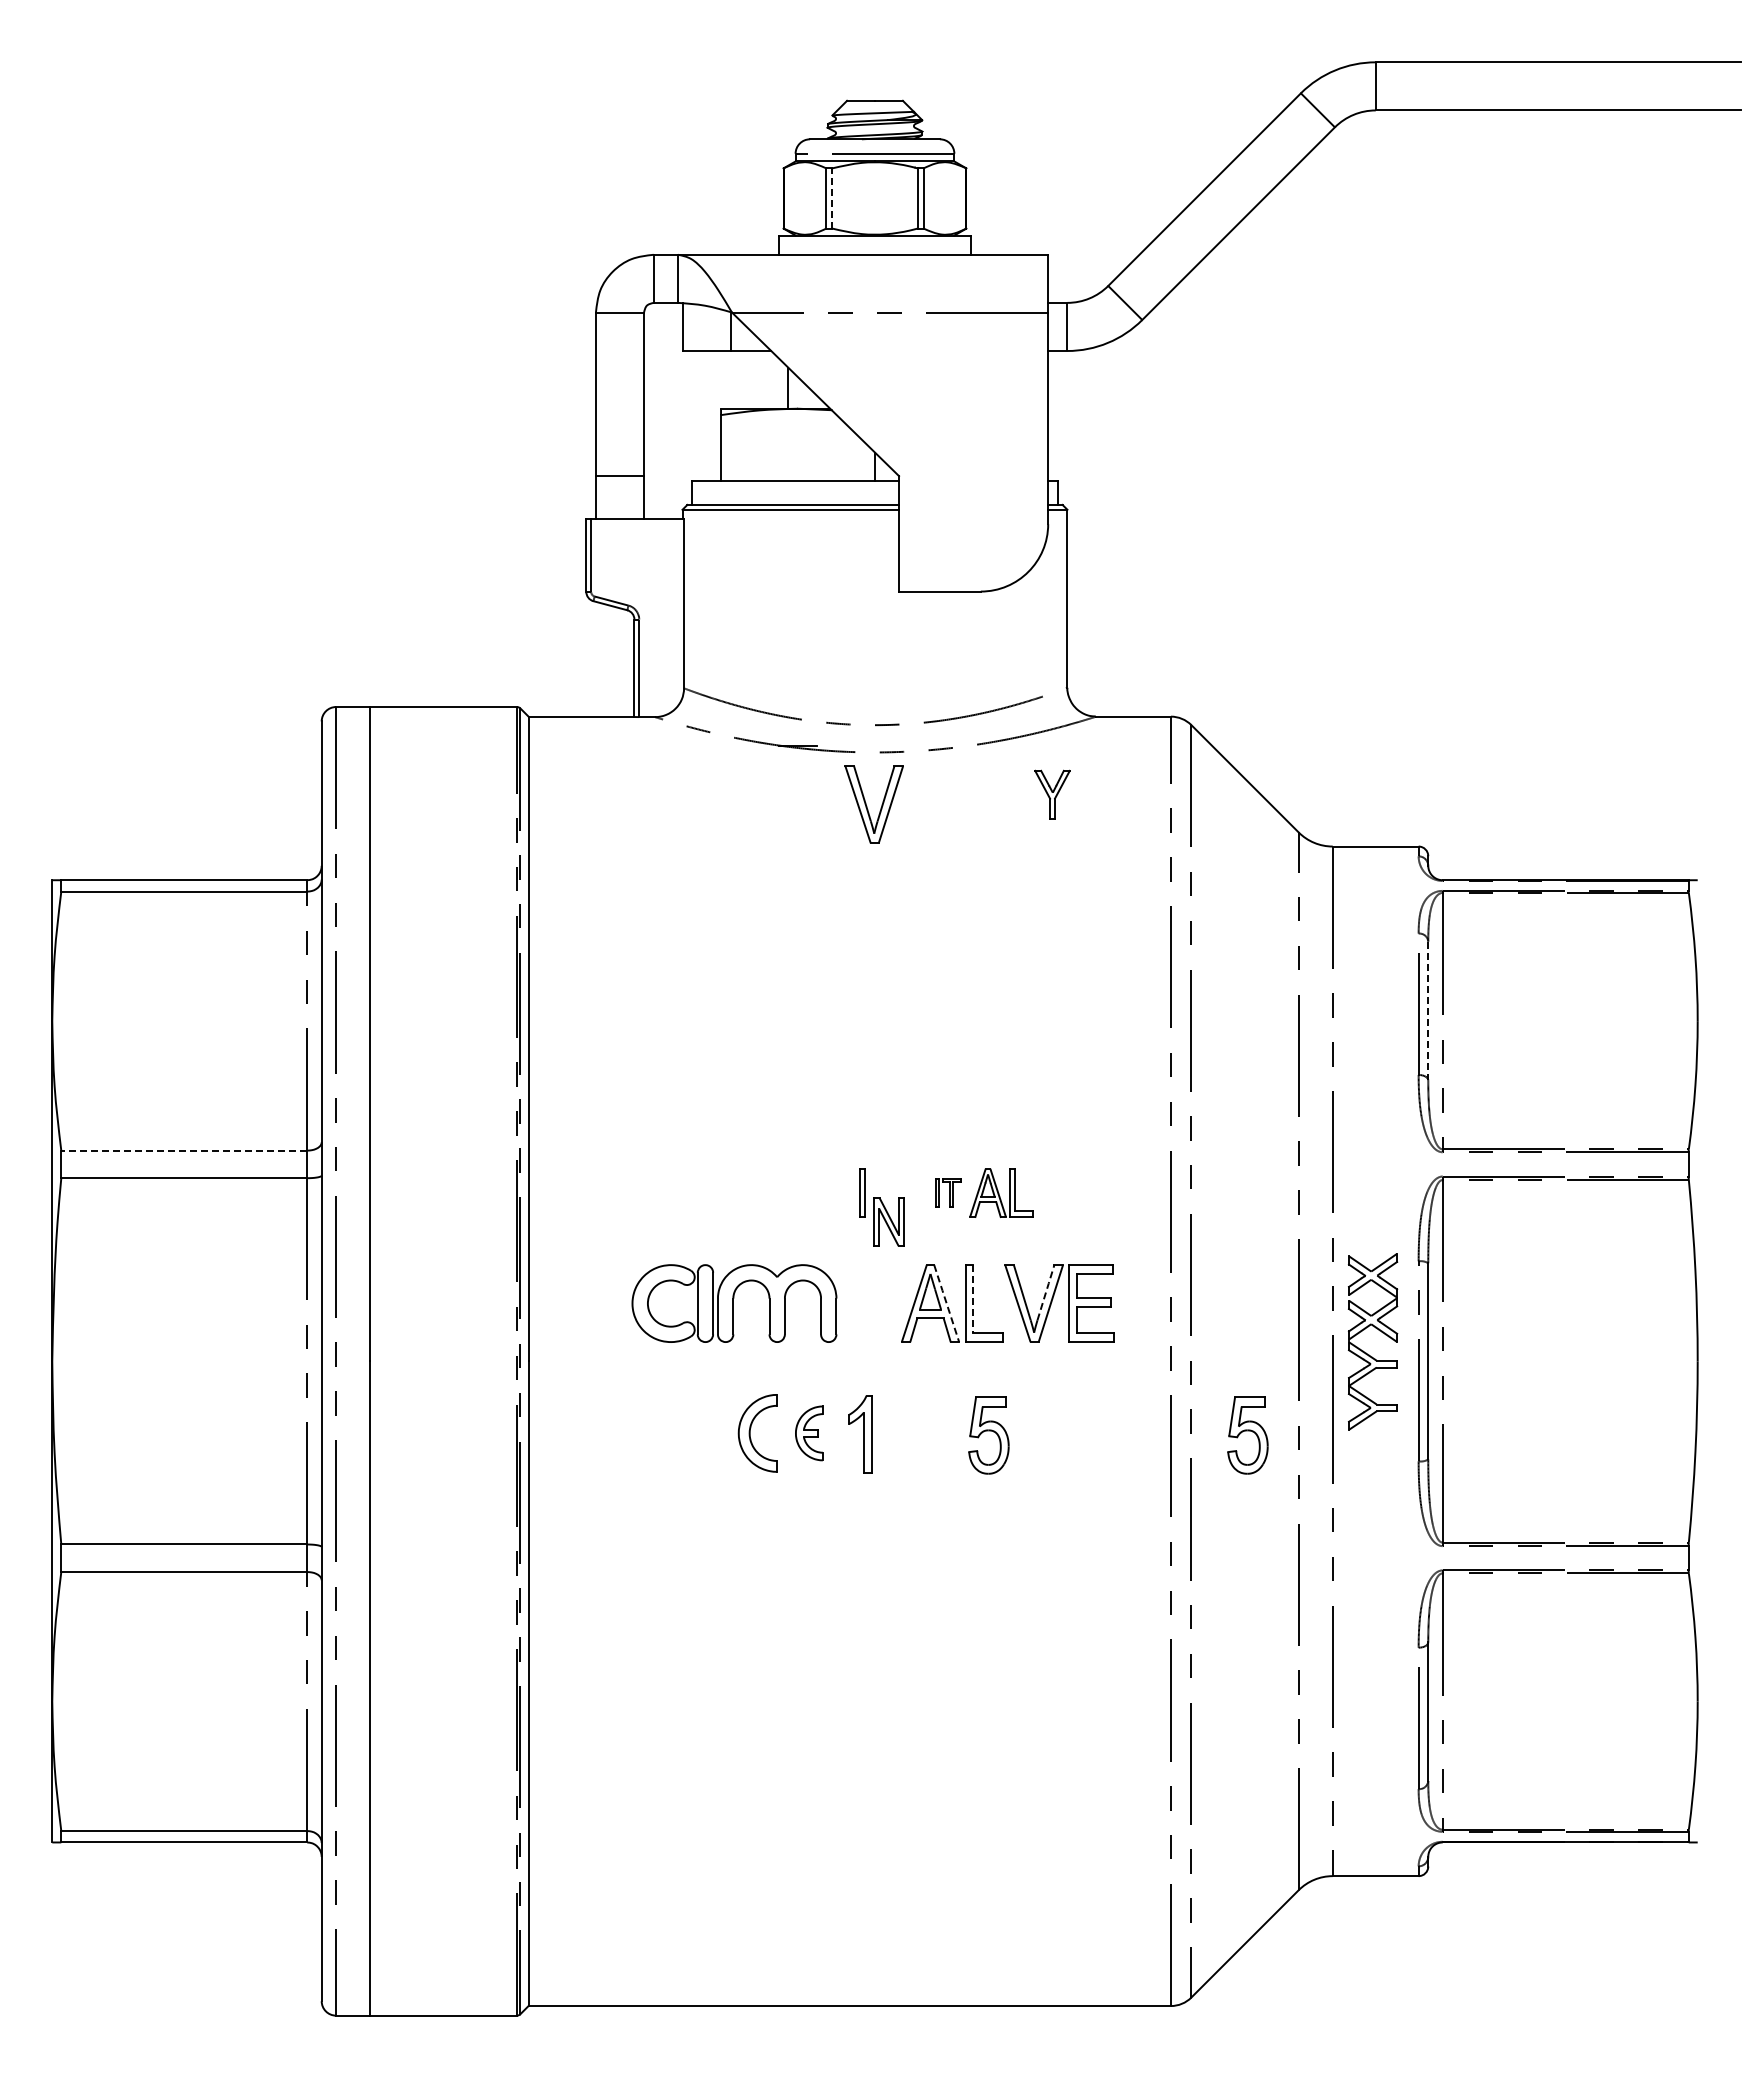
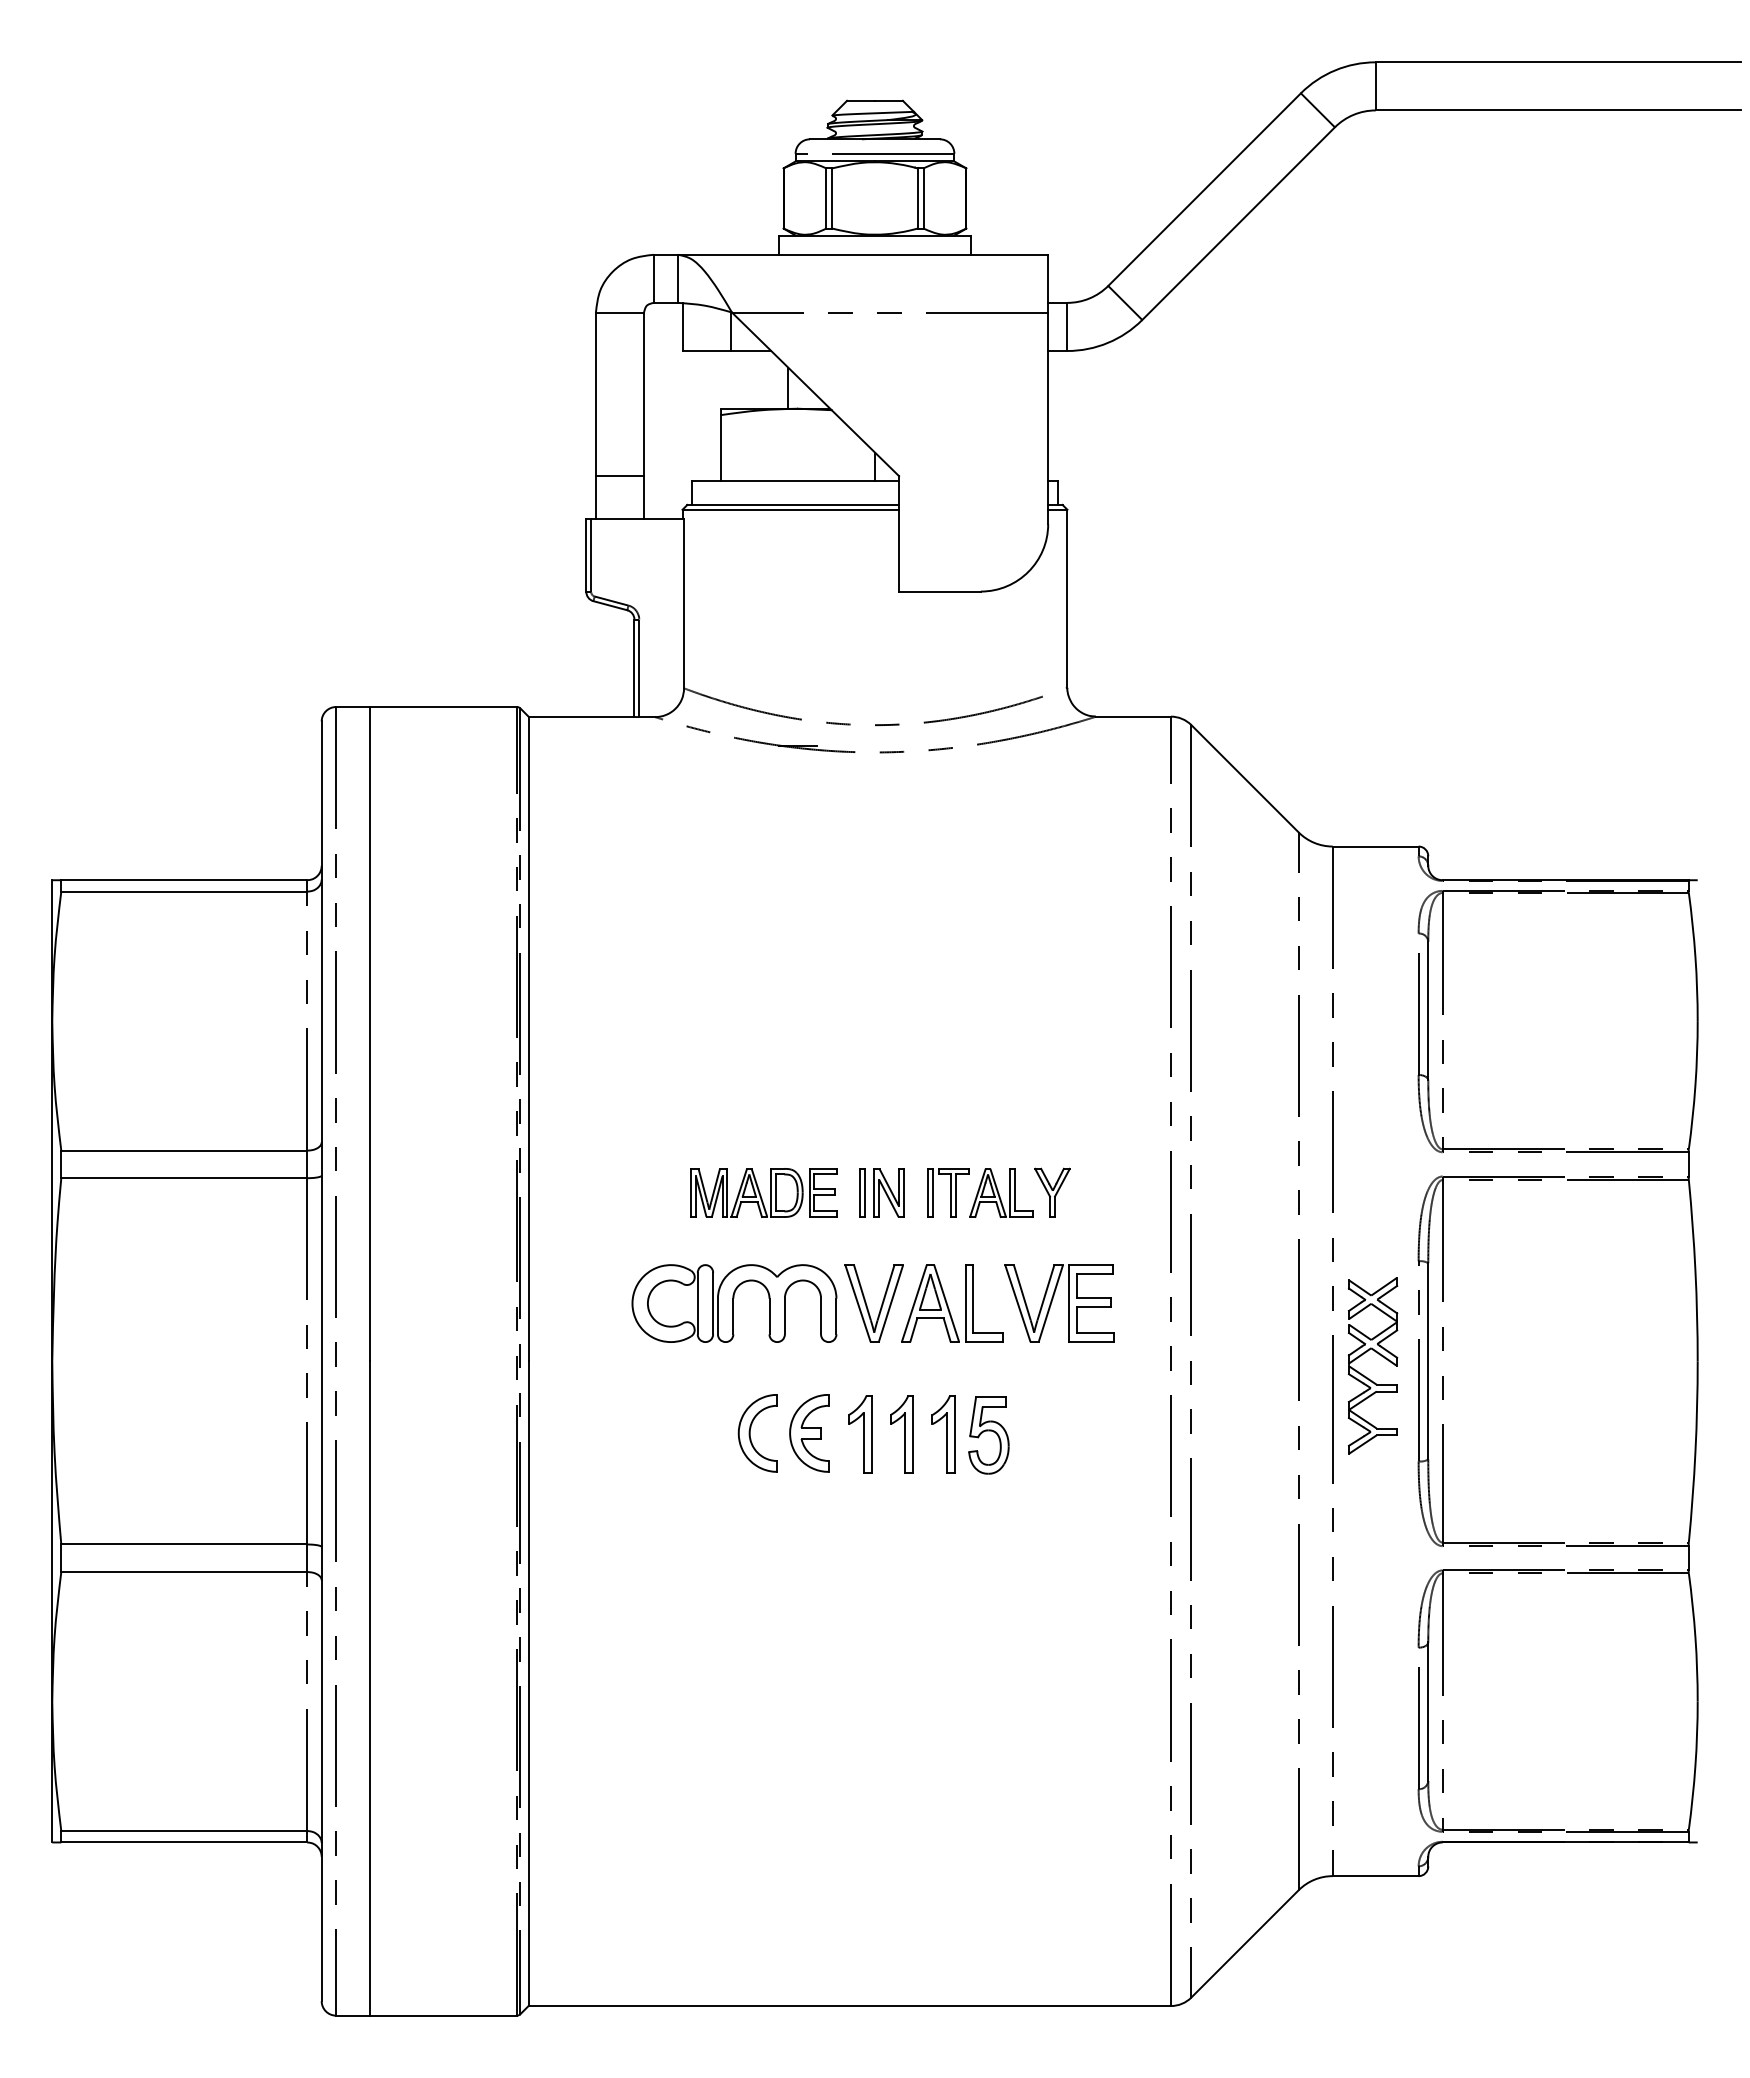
line at (832, 198): dashed -> solid
part at (1052, 794) position: (1052, 794) -> (1052, 1192)
part at (867, 806) position: (867, 806) -> (867, 1305)
line at (1428, 1011): dashed -> solid
line at (184, 1150): dashed -> solid
part at (763, 1192): none -> present
part at (948, 1192) size: 27x30 px -> 43x50 px
part at (888, 1221) position: (888, 1221) -> (888, 1192)
line at (1045, 1292): dashed -> solid
line at (973, 1299): dashed -> solid
line at (946, 1303): dashed -> solid
part at (1379, 1331) position: (1379, 1331) -> (1379, 1355)
part at (809, 1433) size: 29x57 px -> 41x79 px
part at (901, 1434): none -> present
part at (943, 1434): none -> present
part at (1247, 1435): present -> none
